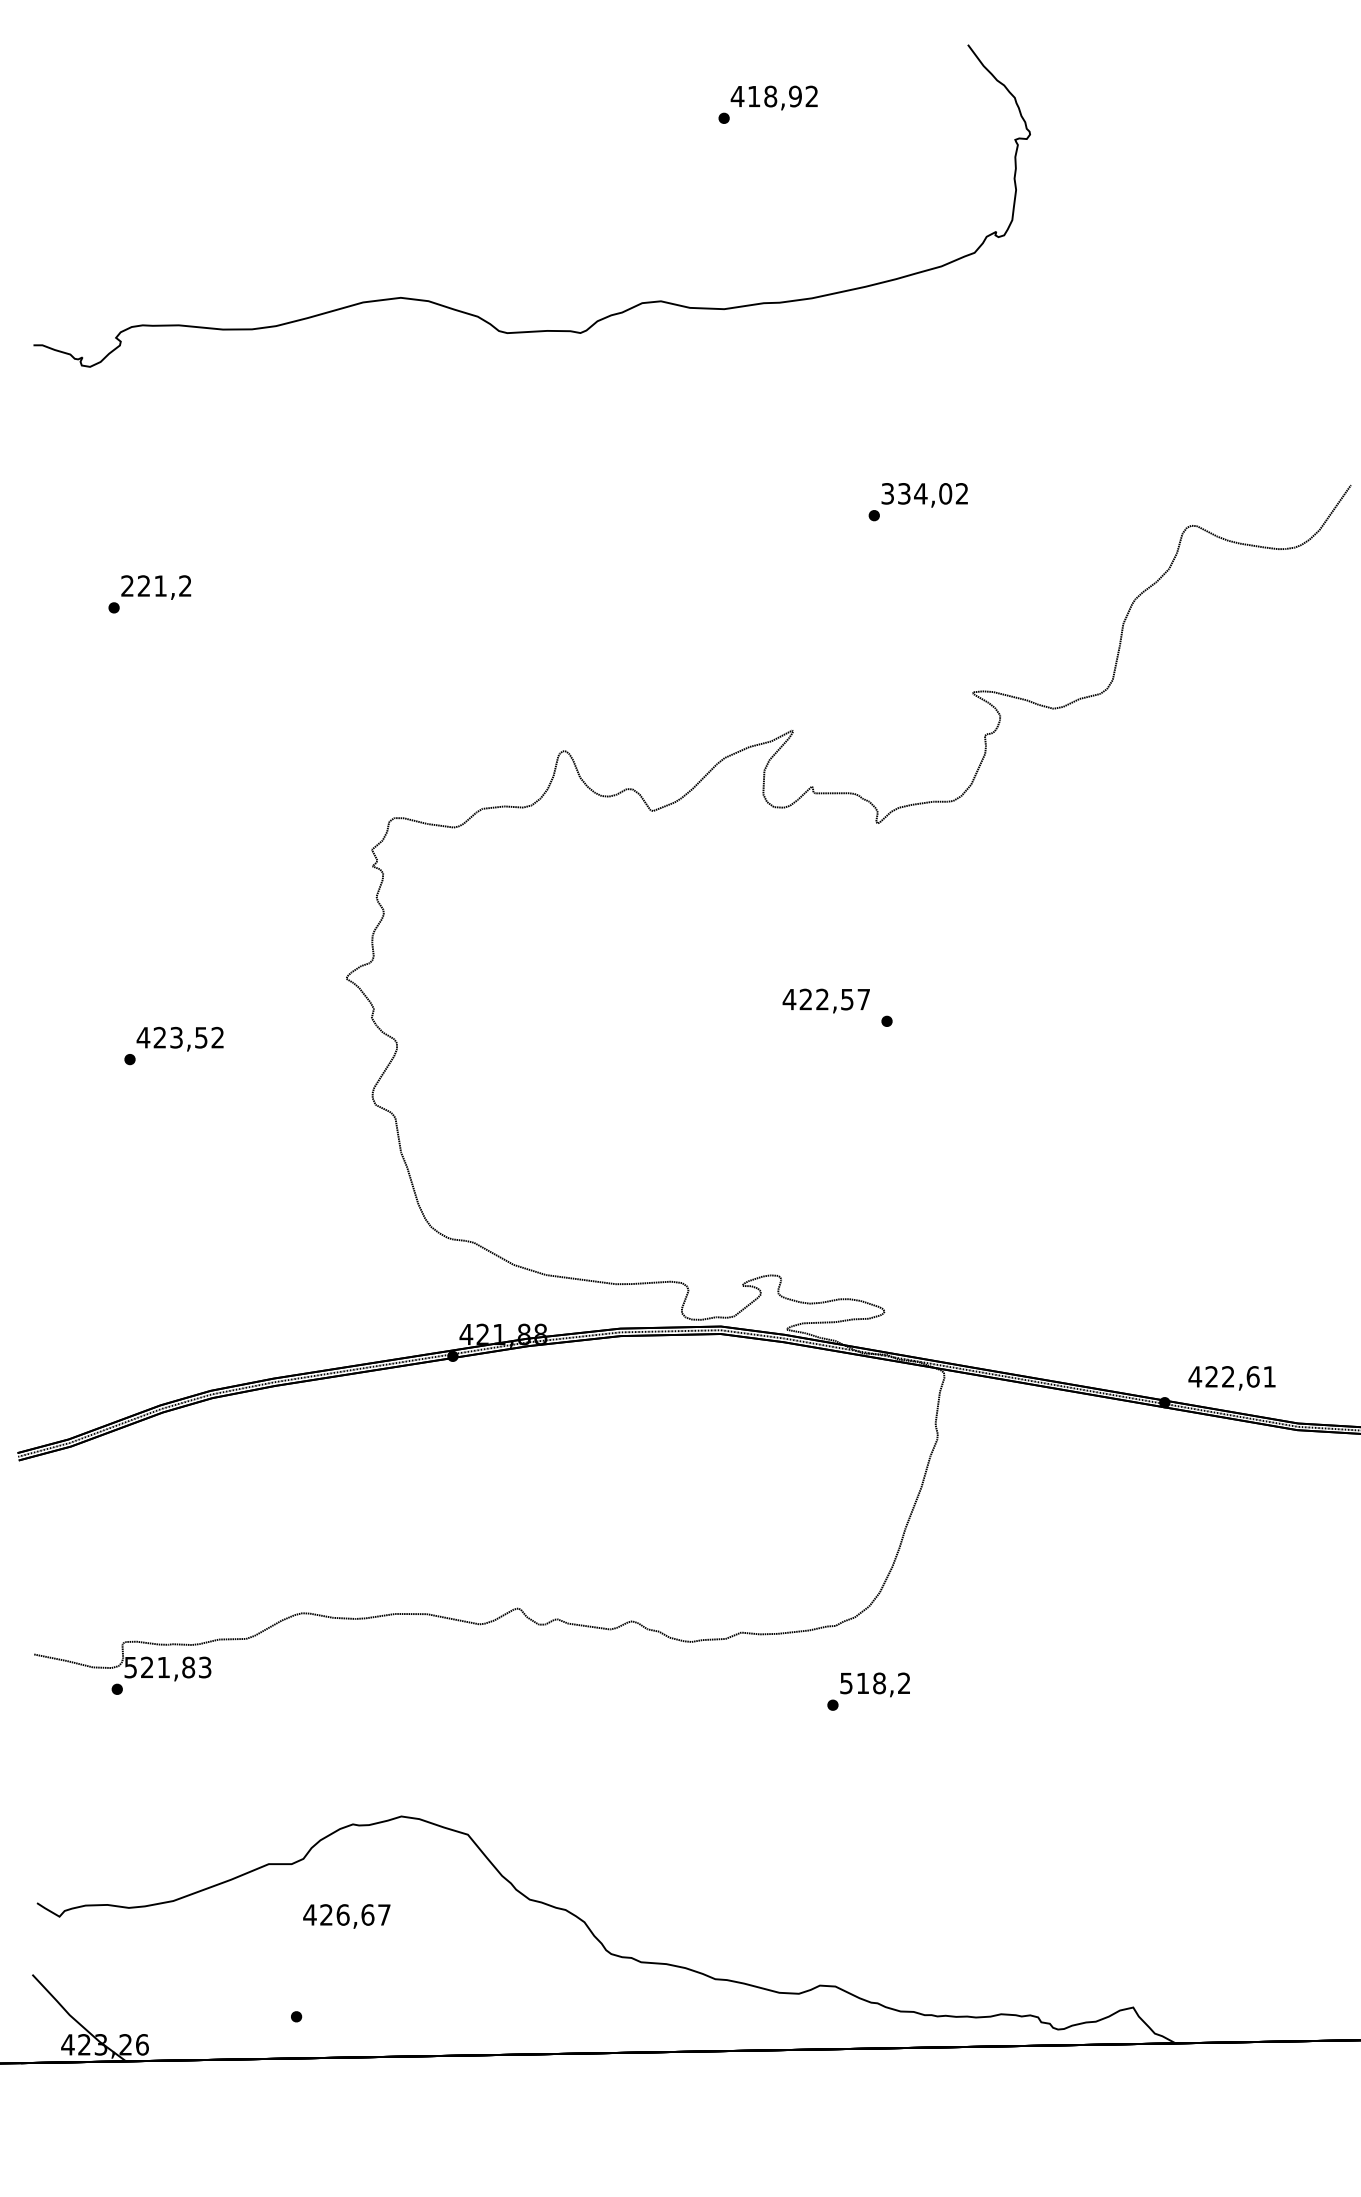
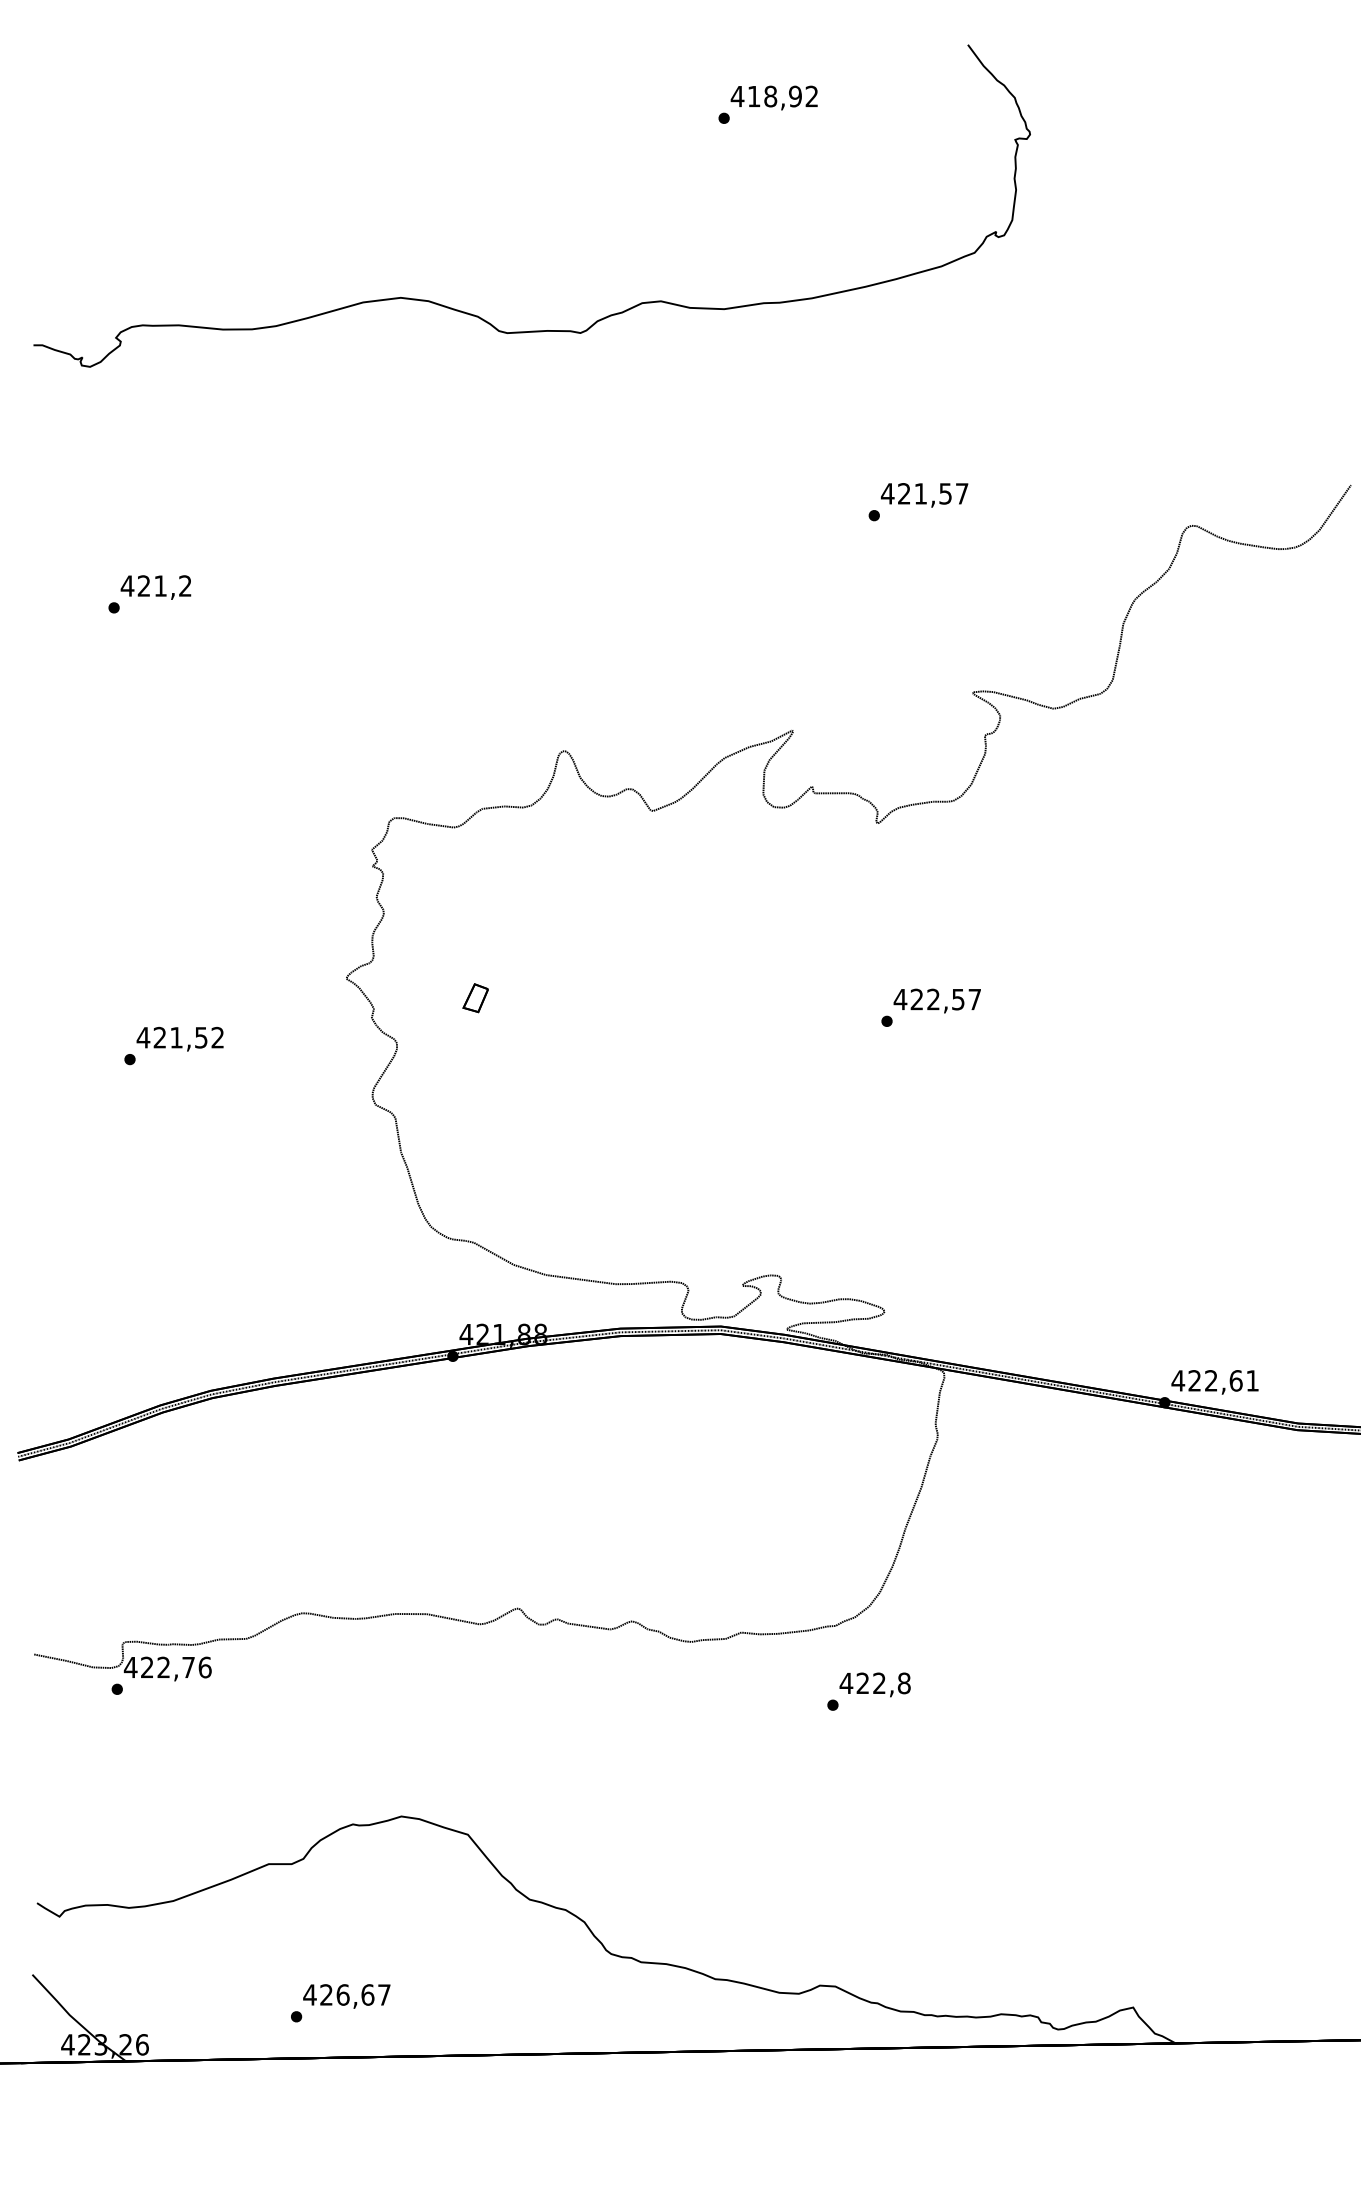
text at (924, 493): 334,02 -> 421,57
text at (127, 585): 221,2 -> 421,2
part at (475, 998): none -> present
text at (825, 1000) position: (825, 1000) -> (936, 1000)
text at (176, 1037): 423,52 -> 421,52
text at (1231, 1378) position: (1231, 1378) -> (1214, 1382)
text at (167, 1667): 521,83 -> 422,76
text at (874, 1683): 518,2 -> 422,8
text at (346, 1916) position: (346, 1916) -> (346, 1996)
